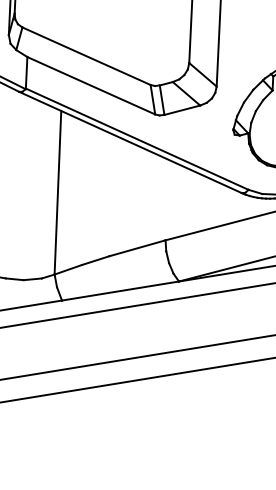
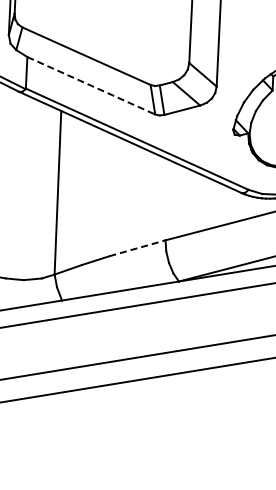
line at (91, 85): solid -> dashed
line at (137, 248): solid -> dashed
